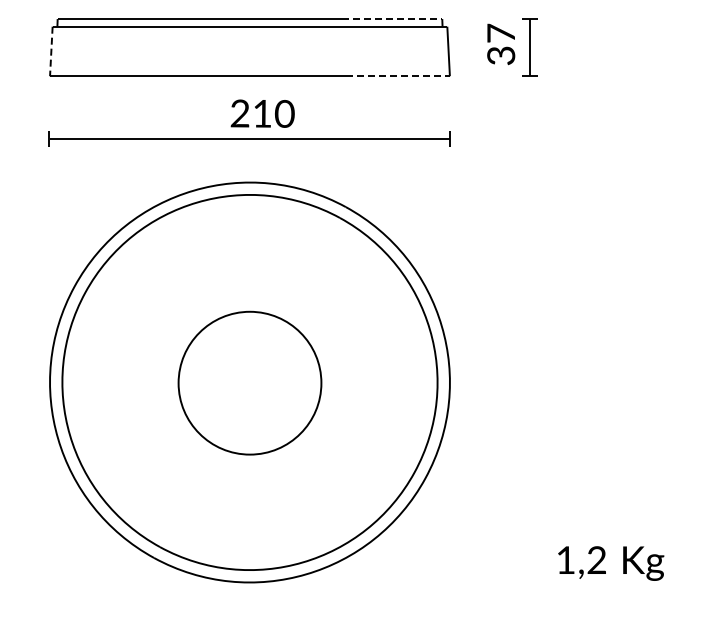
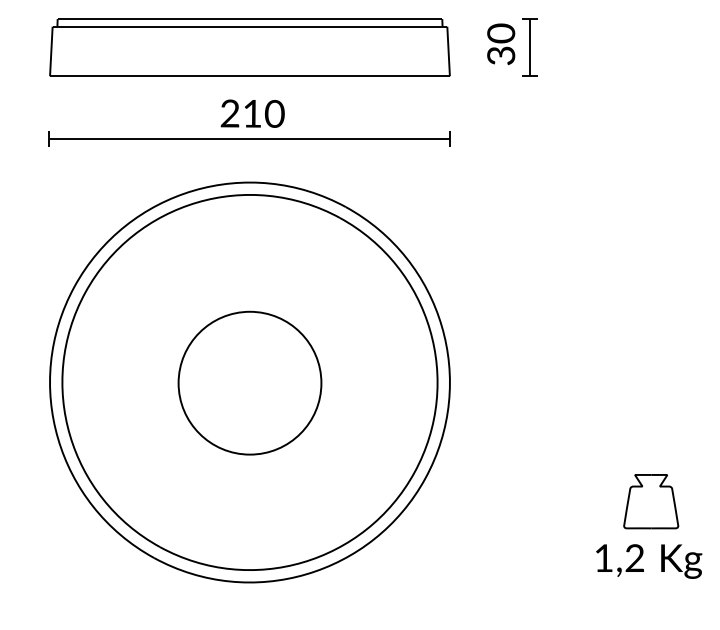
line at (392, 19): dashed -> solid
text at (501, 33): 37 -> 30
line at (51, 51): dashed -> solid
line at (398, 76): dashed -> solid
text at (262, 113) position: (262, 113) -> (252, 113)
part at (651, 501): none -> present
text at (611, 563) position: (611, 563) -> (649, 561)
